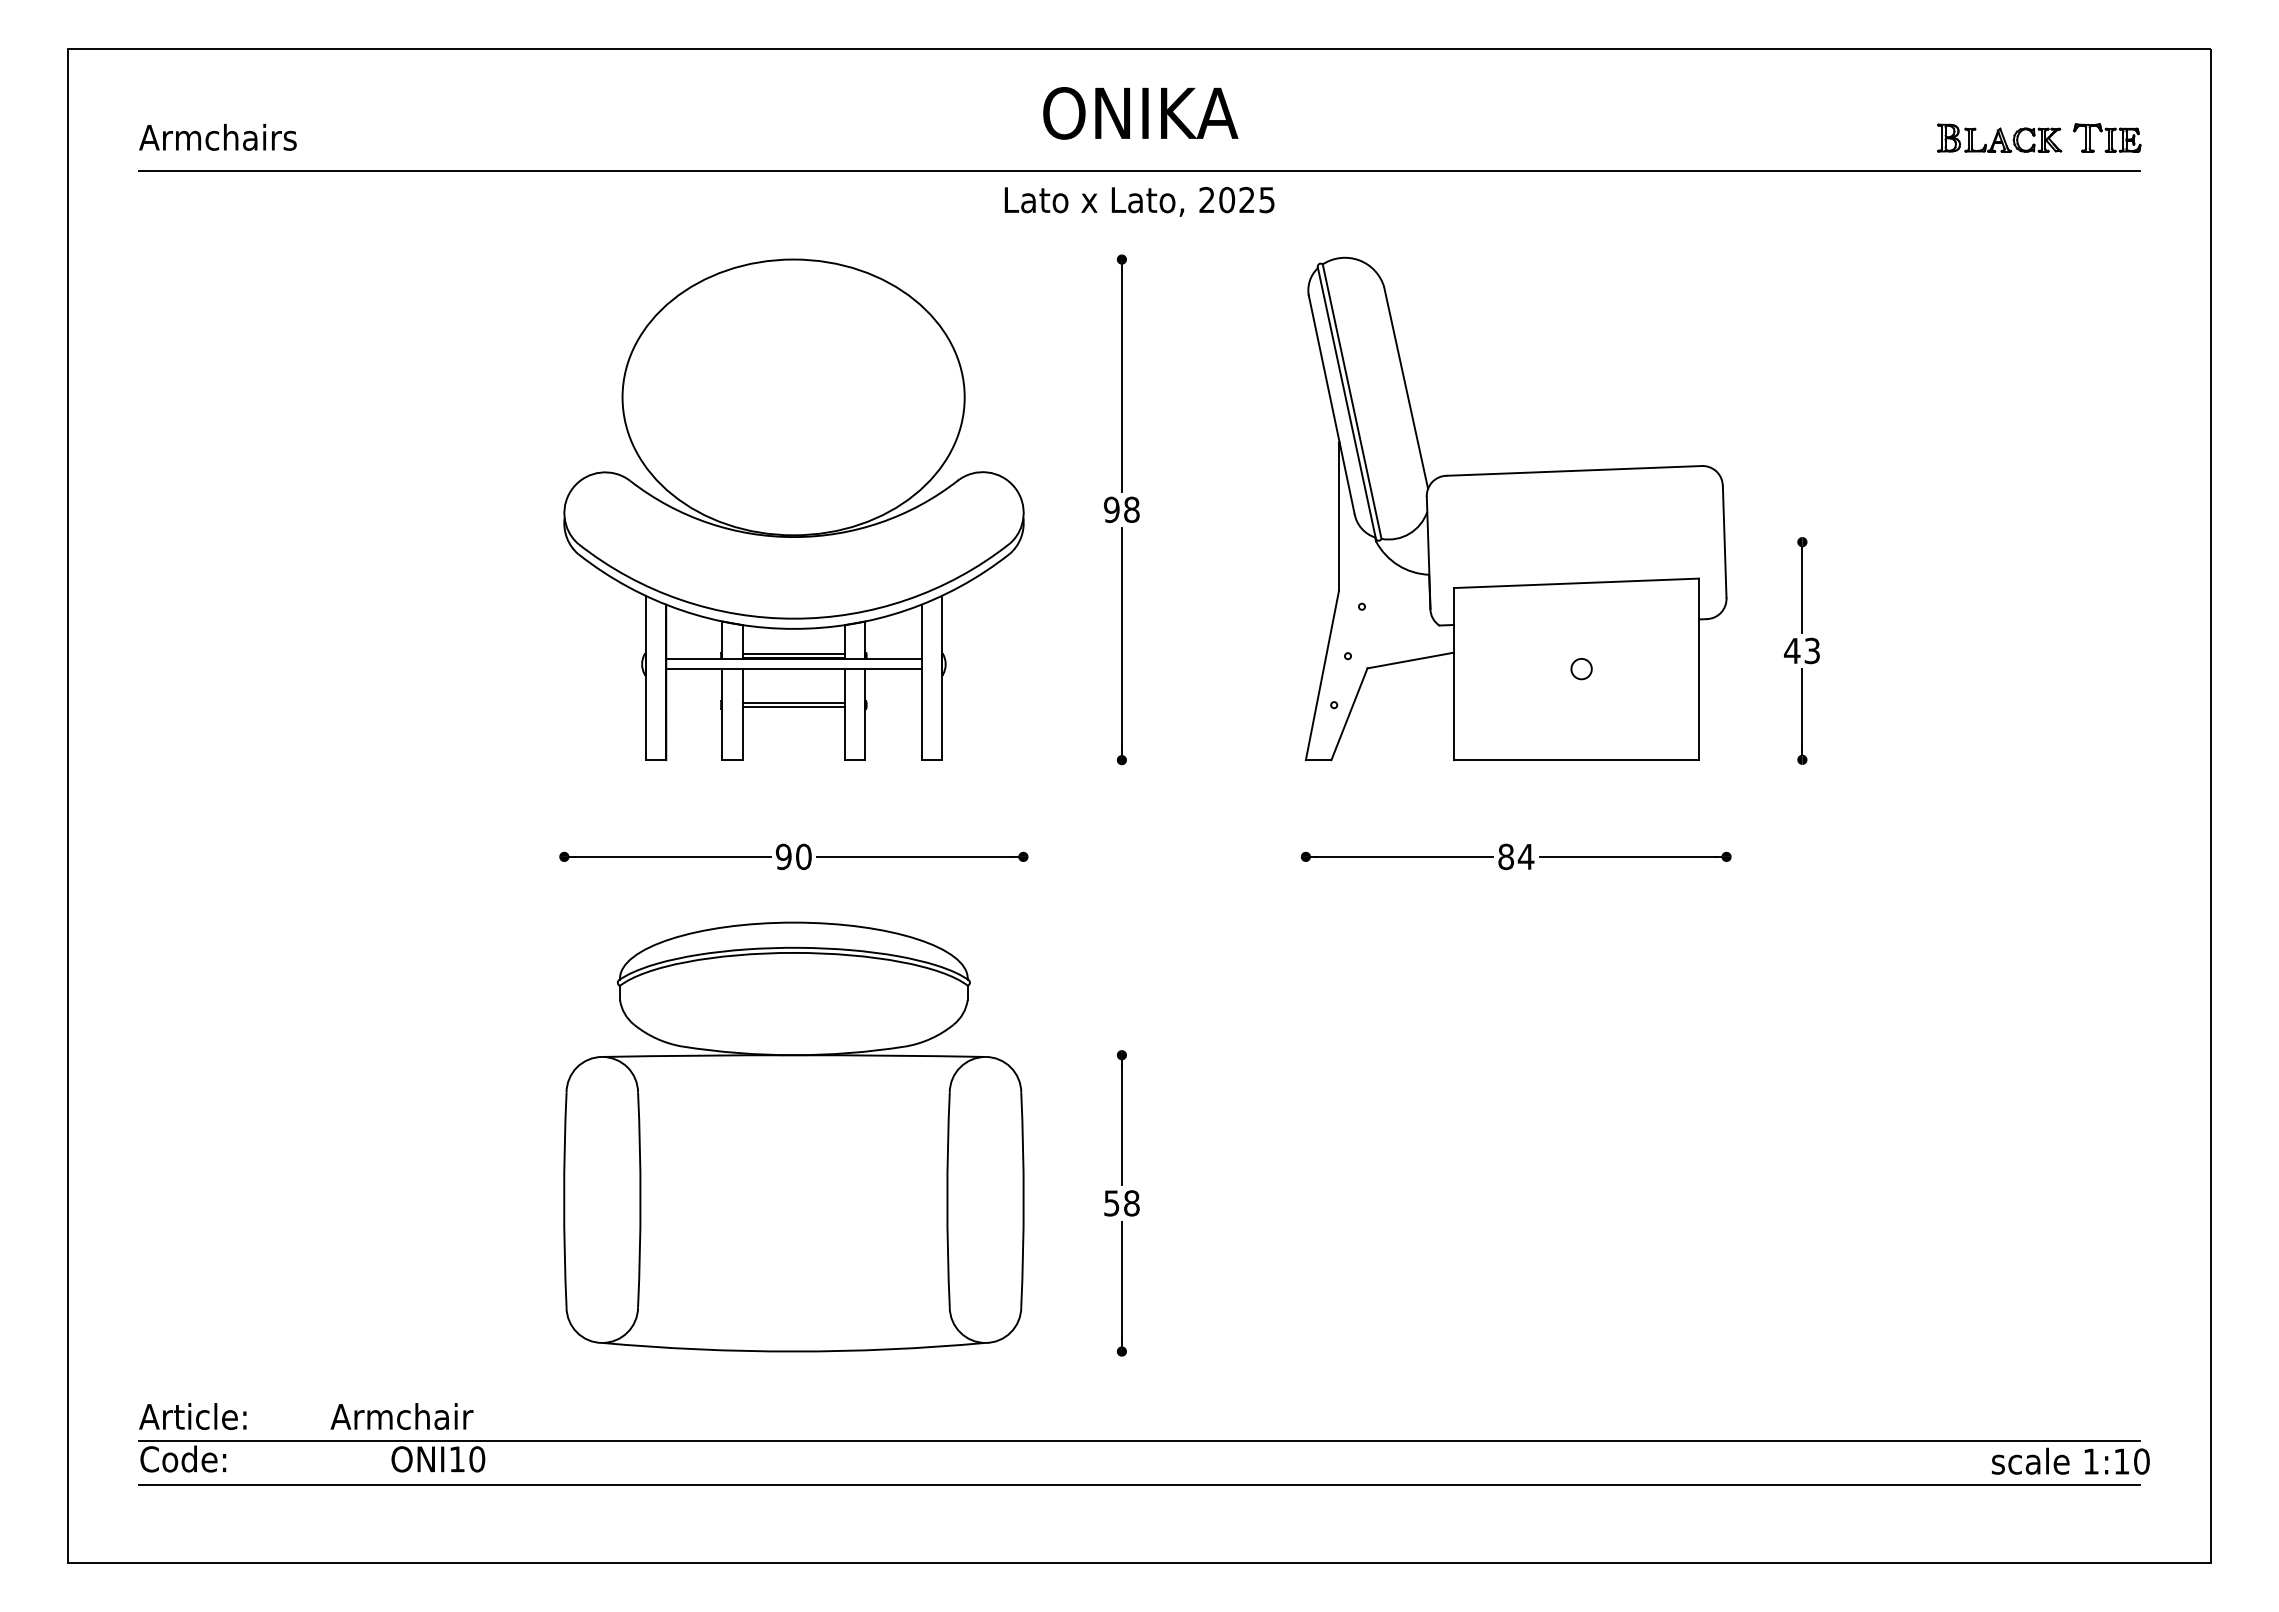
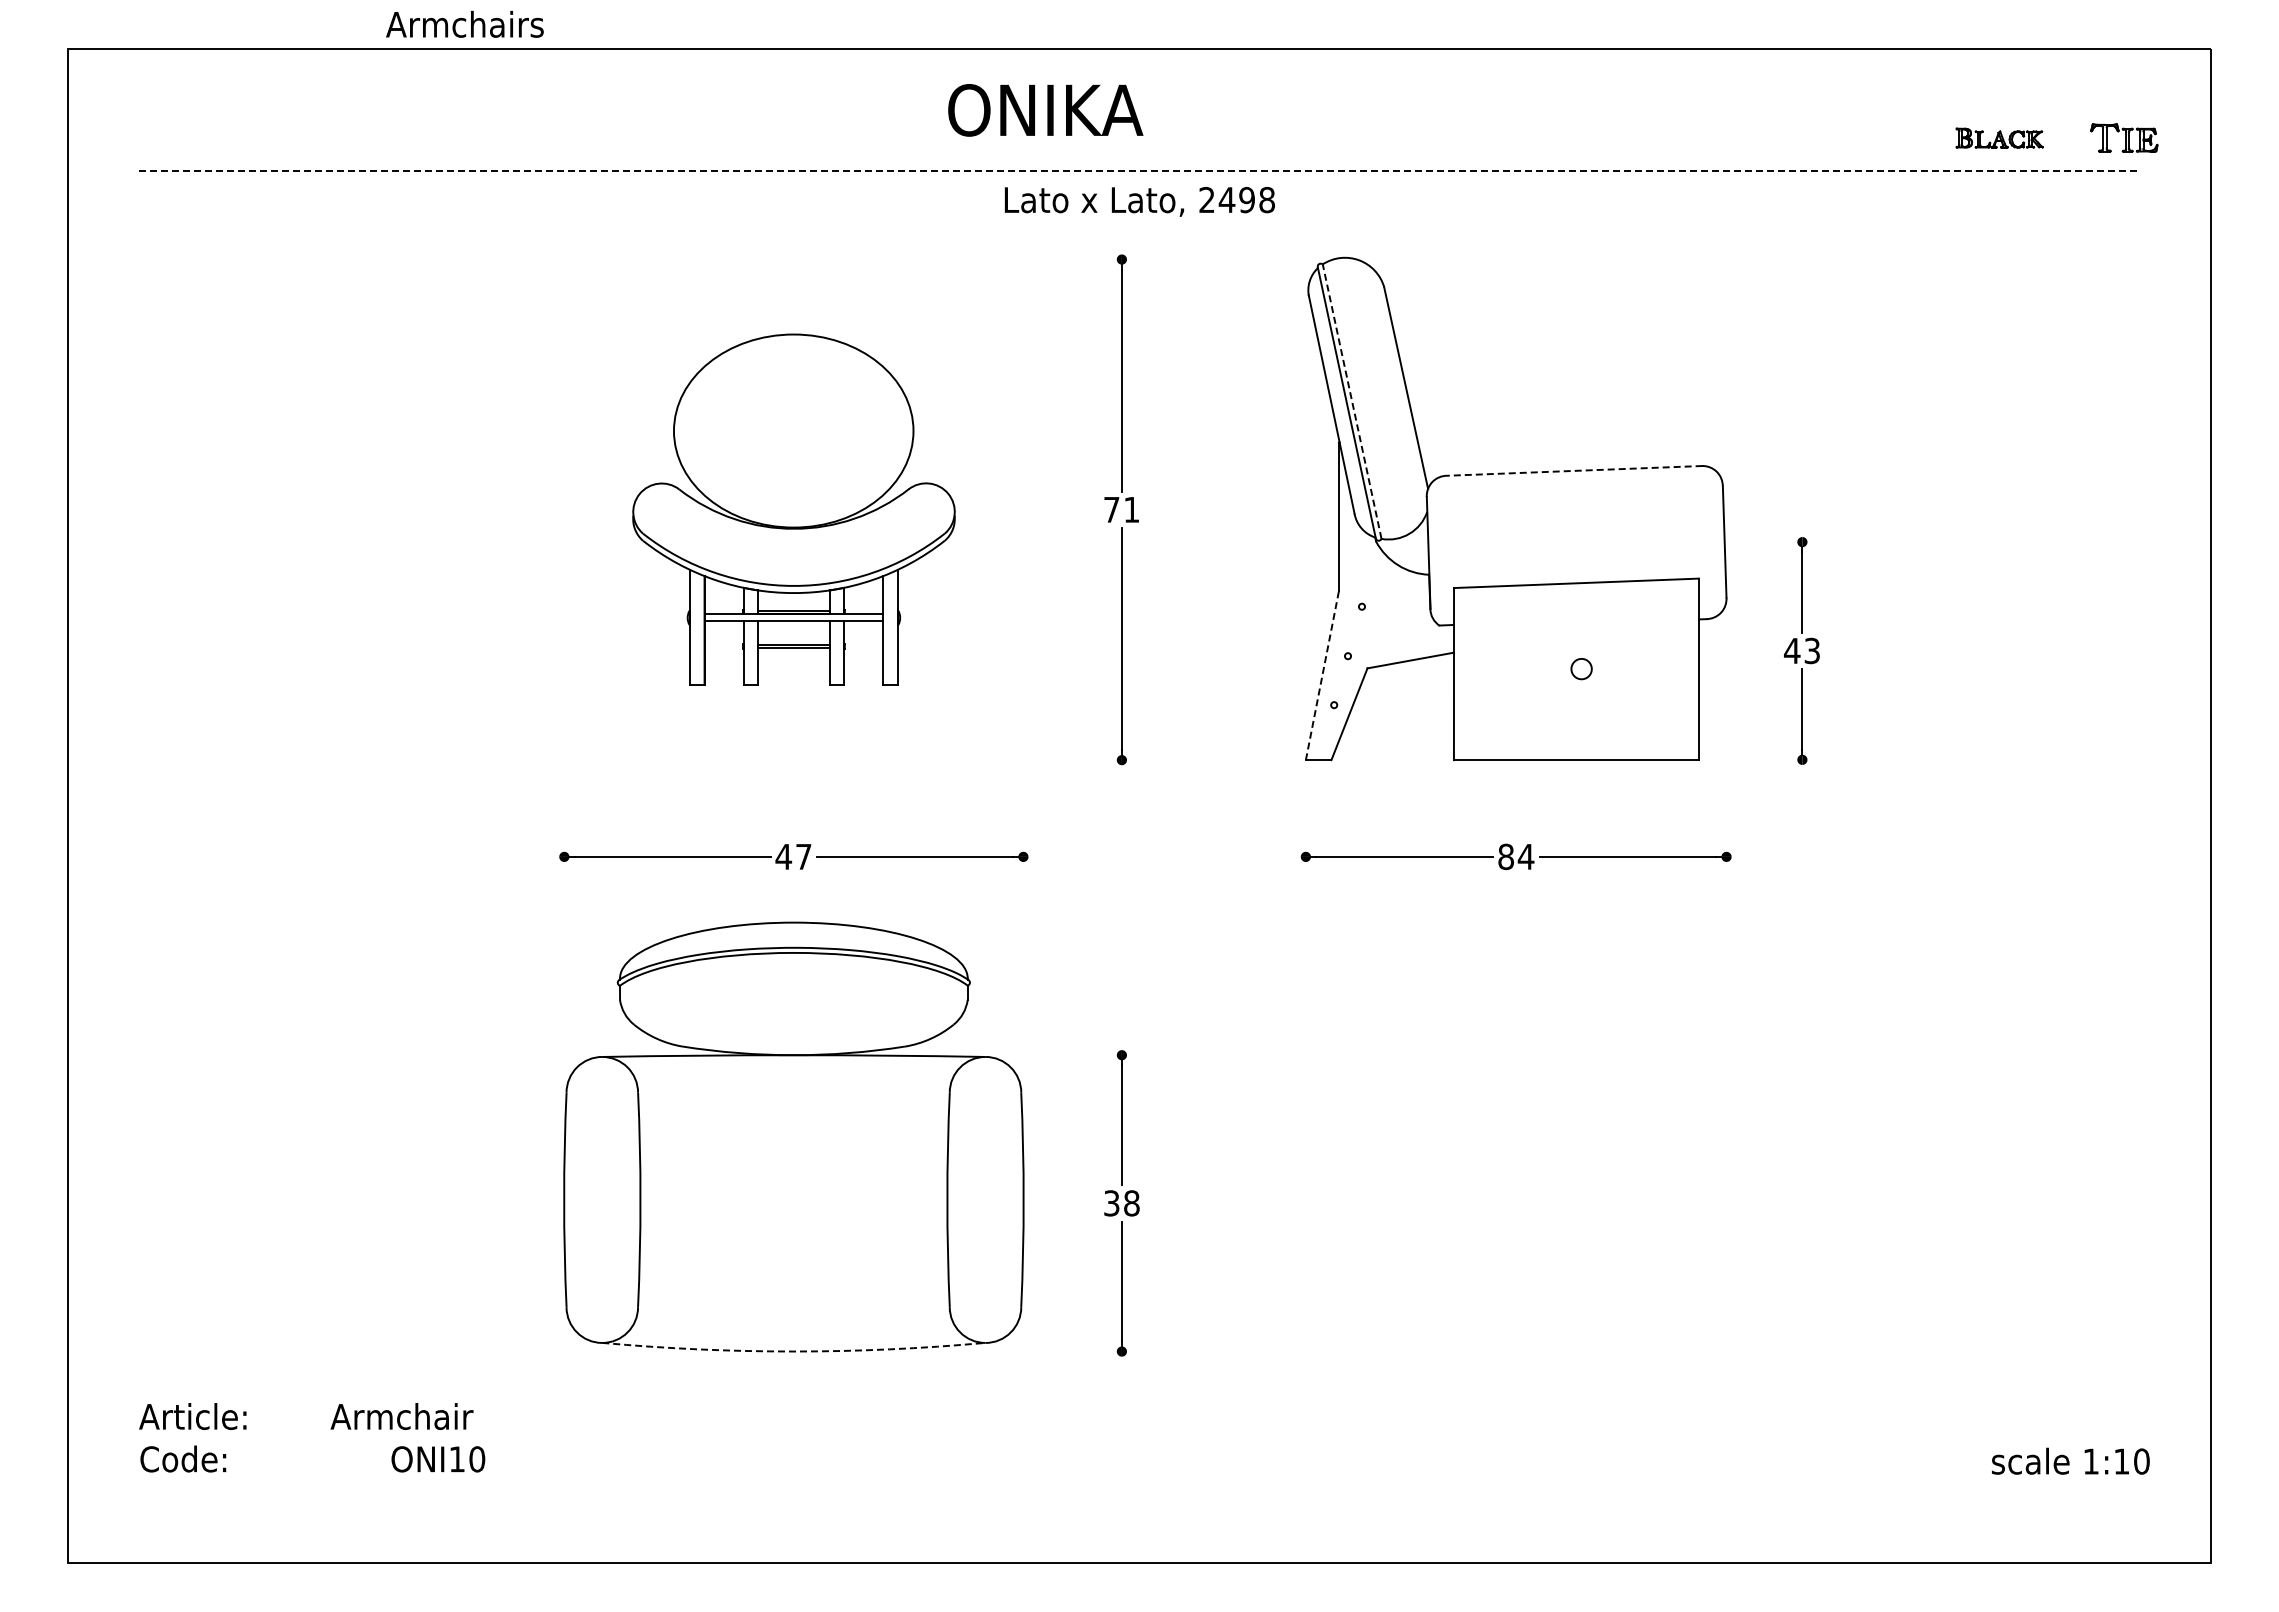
text at (1140, 113) position: (1140, 113) -> (1045, 110)
text at (217, 136) position: (217, 136) -> (464, 23)
part at (1999, 137) size: 126x30 px -> 89x22 px
part at (2107, 137) position: (2107, 137) -> (2124, 137)
line at (1139, 170): solid -> dashed
text at (1246, 199): 2025 -> 2498
line at (1352, 401): solid -> dashed
line at (1574, 470): solid -> dashed
part at (793, 509) size: 462x503 px -> 324x353 px
text at (1121, 509): 98 -> 71
line at (1322, 675): solid -> dashed
text at (793, 856): 90 -> 47
text at (1112, 1202): 58 -> 38
arc at (793, 1351): solid -> dashed
line at (1139, 1441): present -> none
line at (1139, 1485): present -> none
